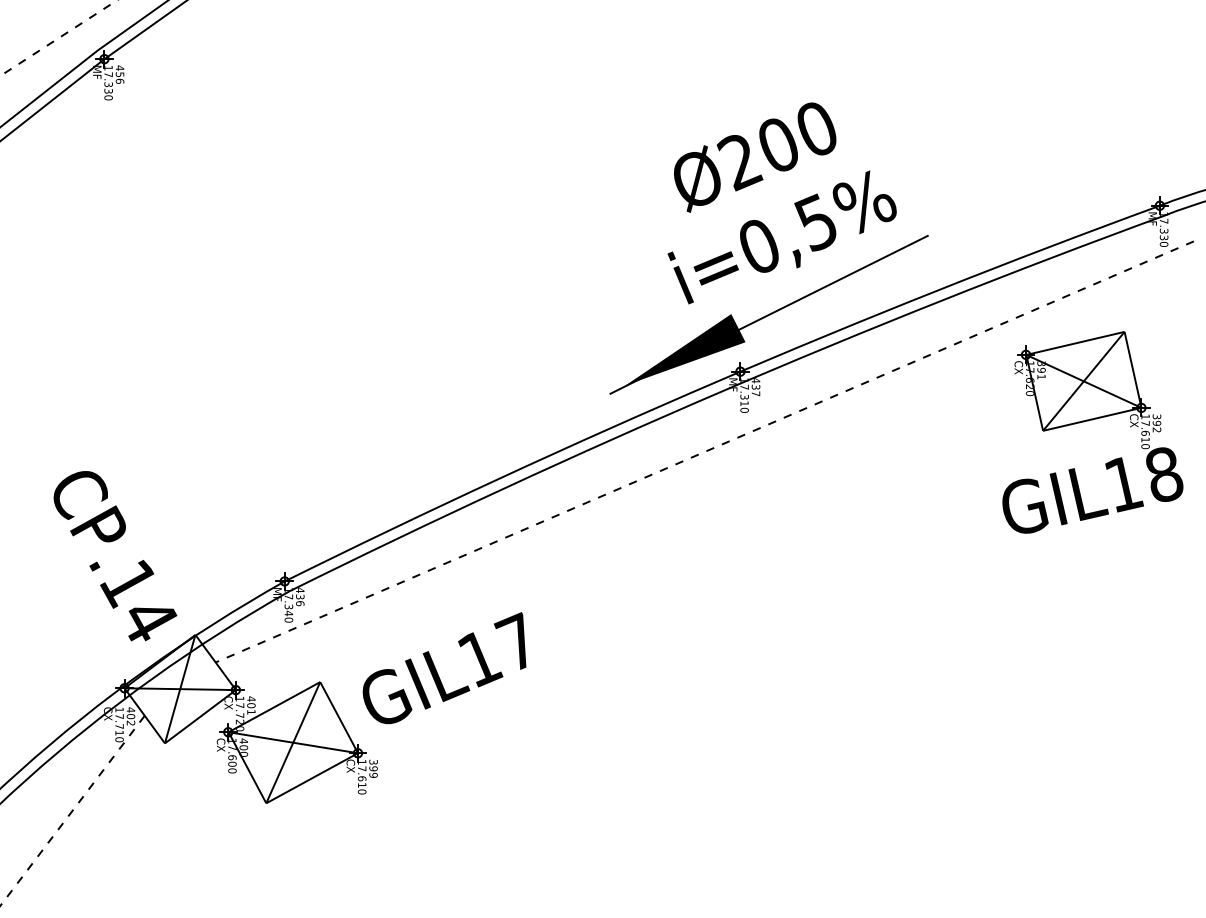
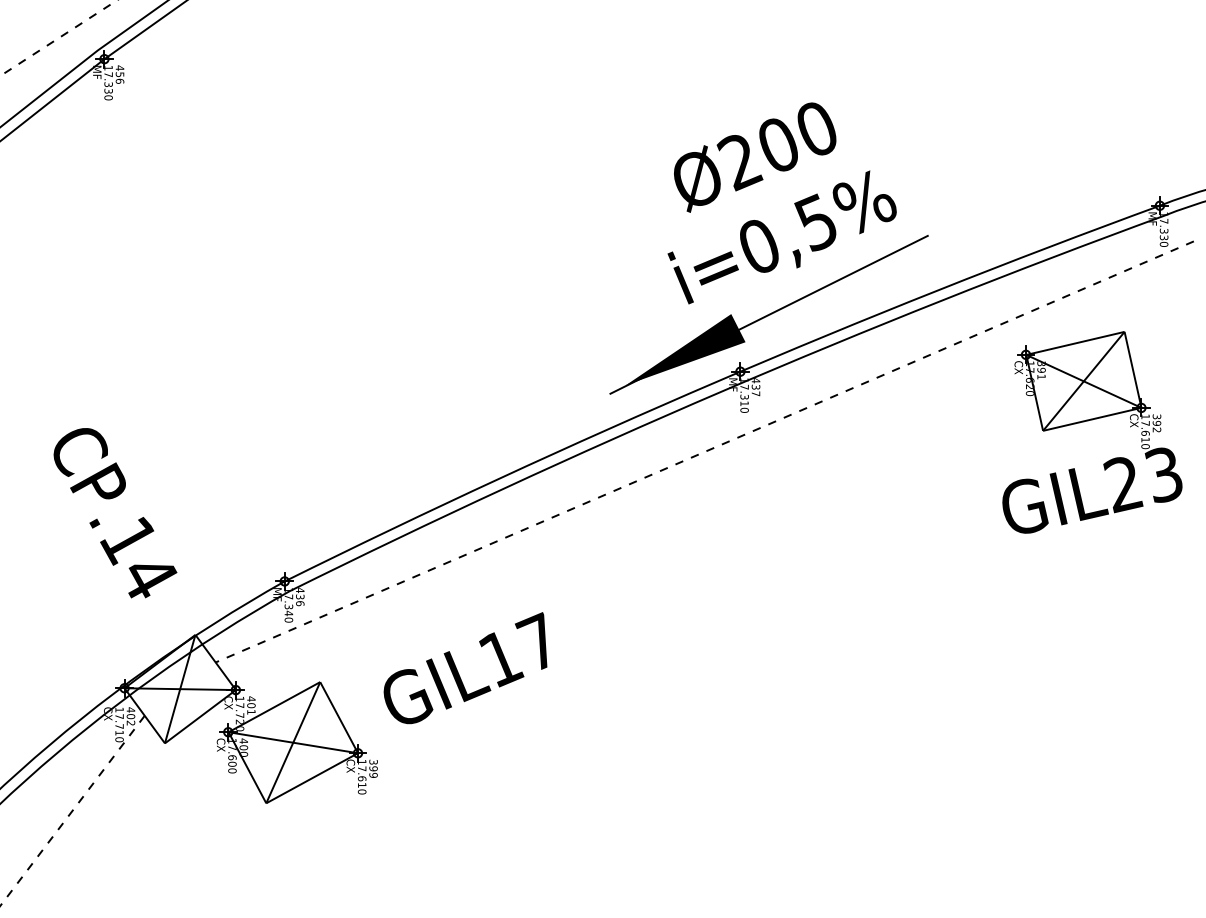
text at (1143, 480): GIL18 -> GIL23
text at (115, 556) position: (115, 556) -> (115, 513)
text at (444, 668) position: (444, 668) -> (465, 668)
